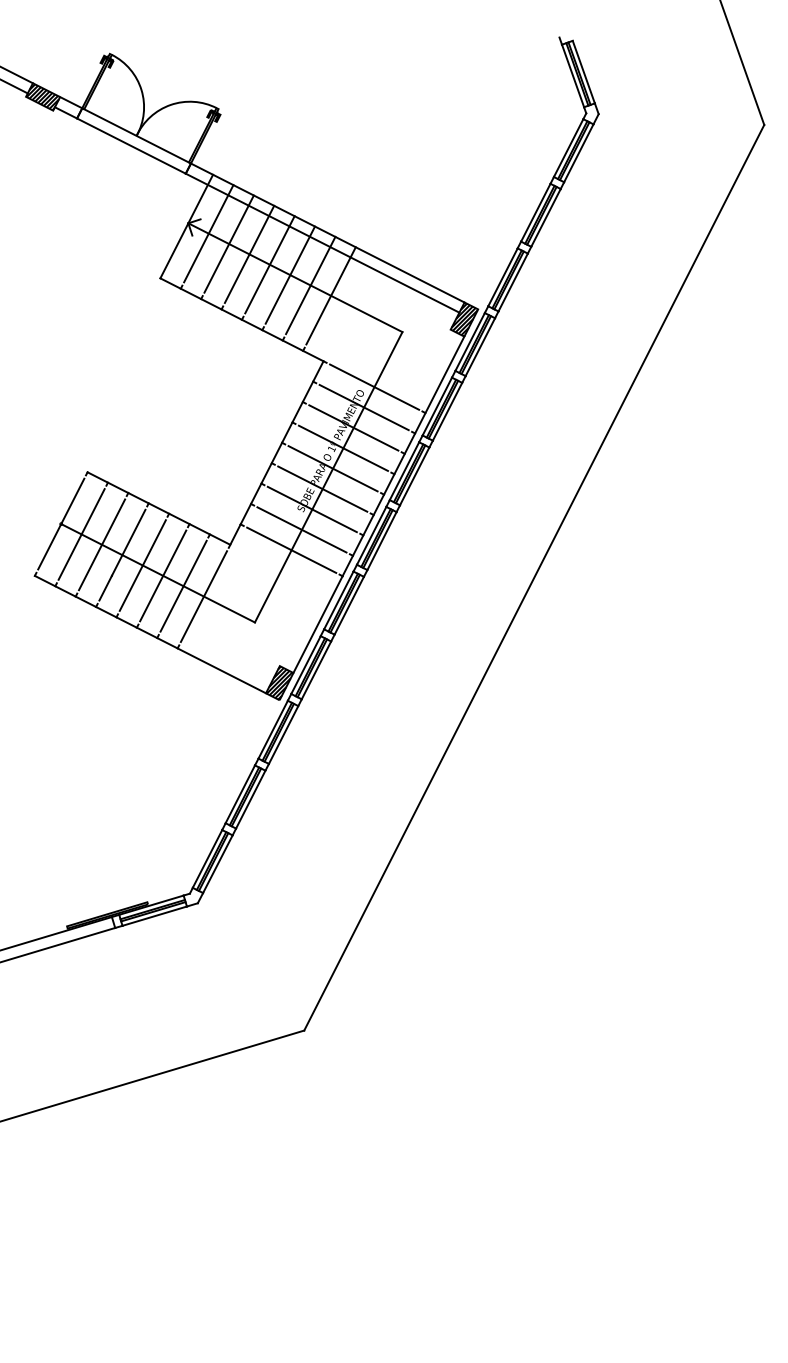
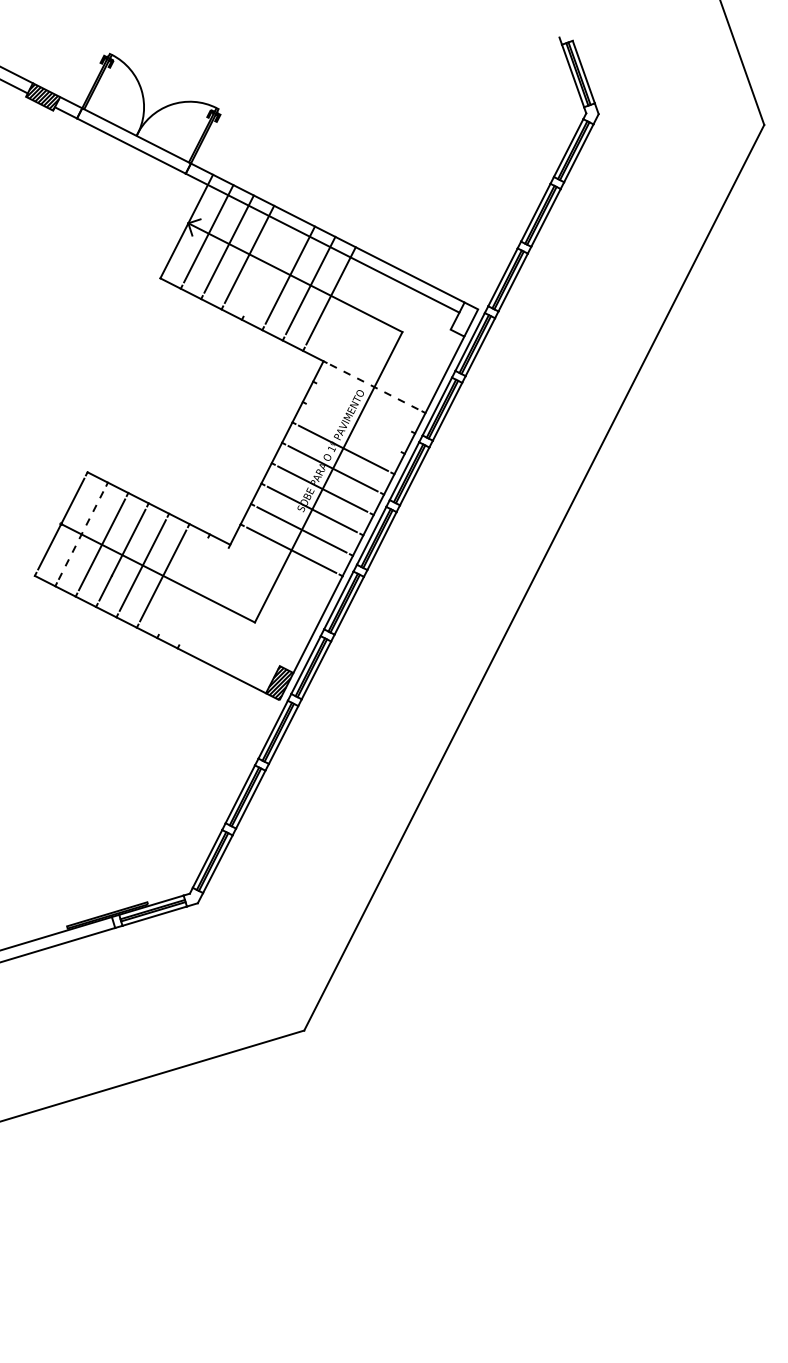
line at (269, 264): present -> none
hatch at (464, 319): present -> none
line at (374, 387): solid -> dashed
line at (363, 407): present -> none
line at (353, 427): present -> none
line at (81, 534): solid -> dashed
line at (183, 585): present -> none
line at (203, 596): present -> none
